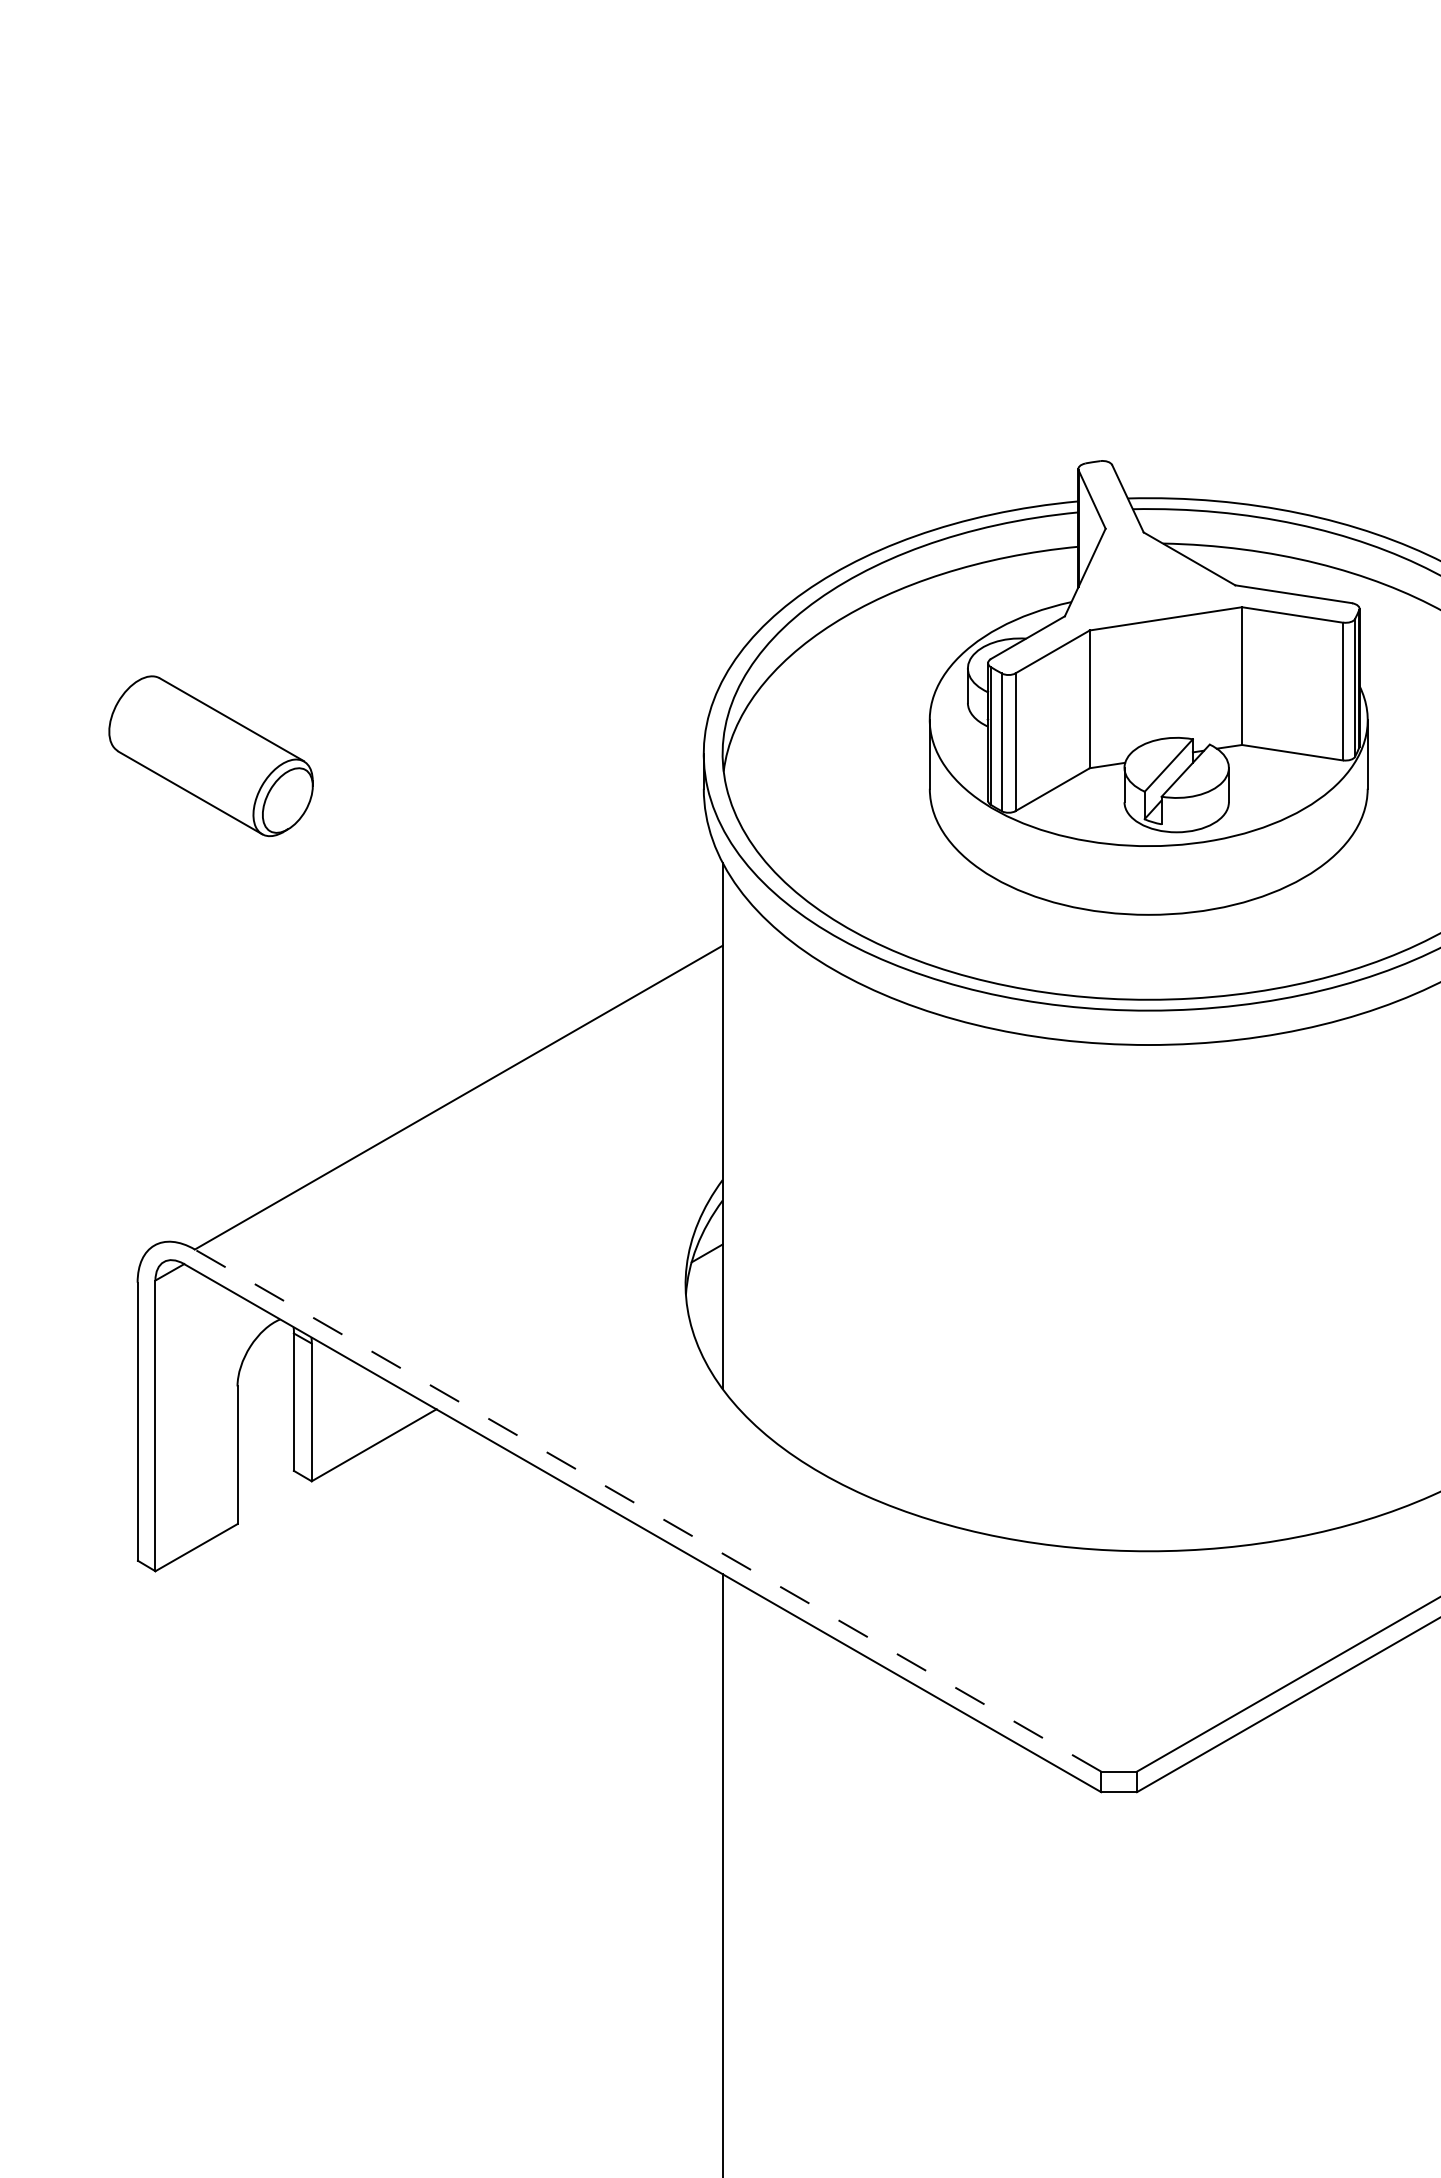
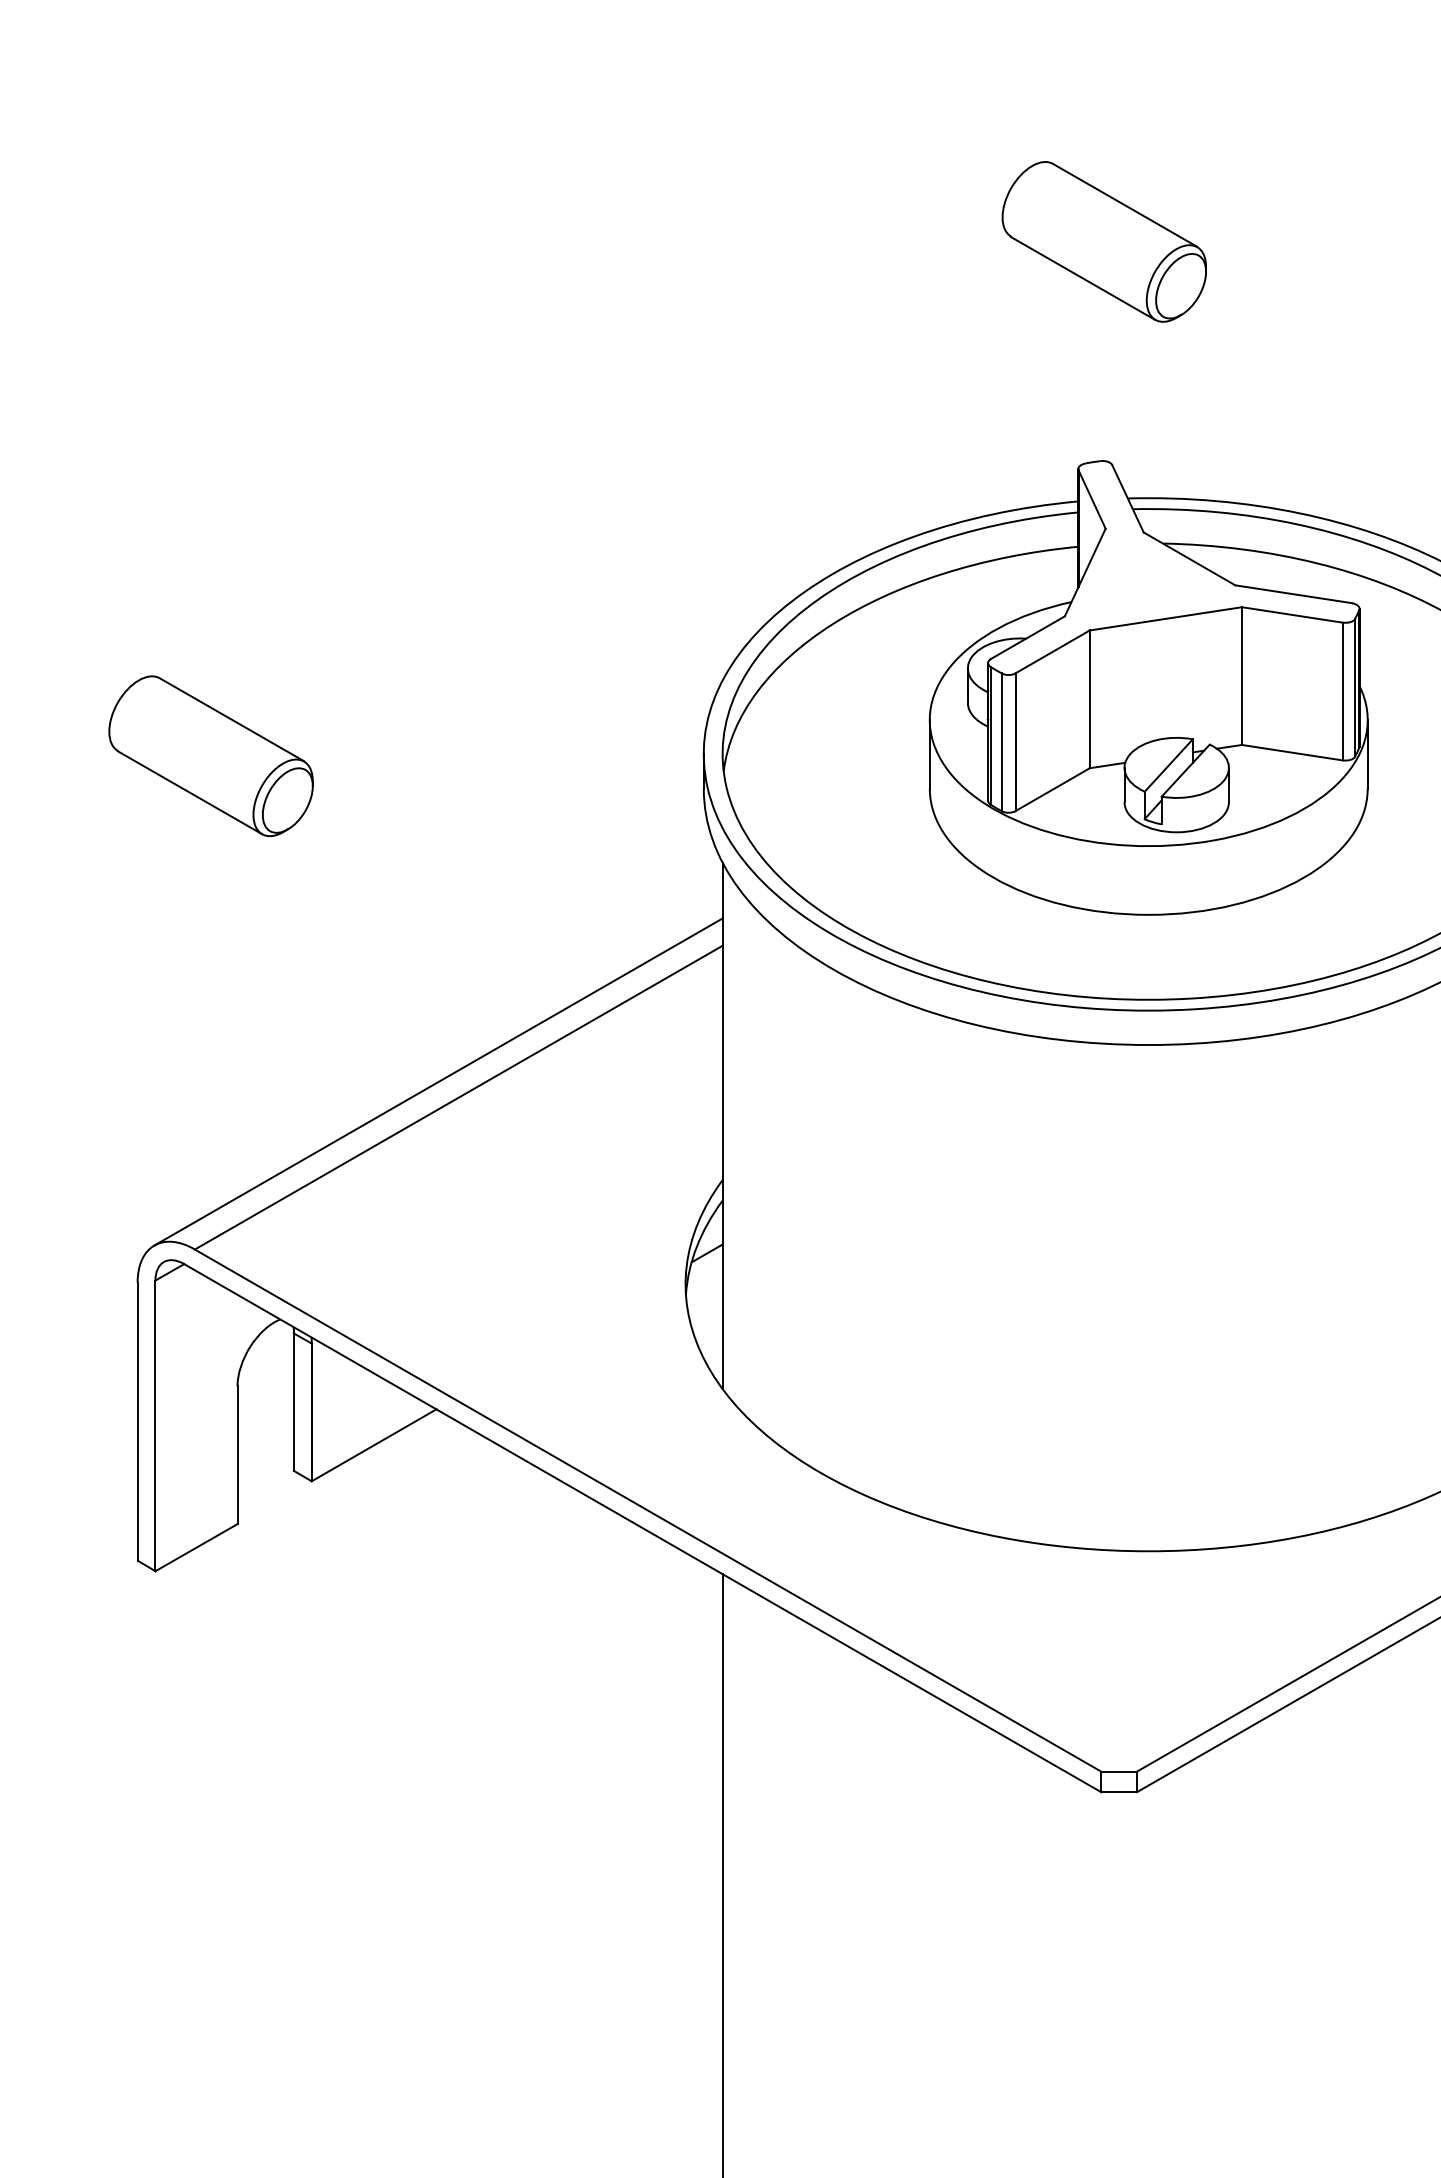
part at (1103, 241): none -> present
line at (438, 1081): none -> present
line at (647, 1510): dashed -> solid
